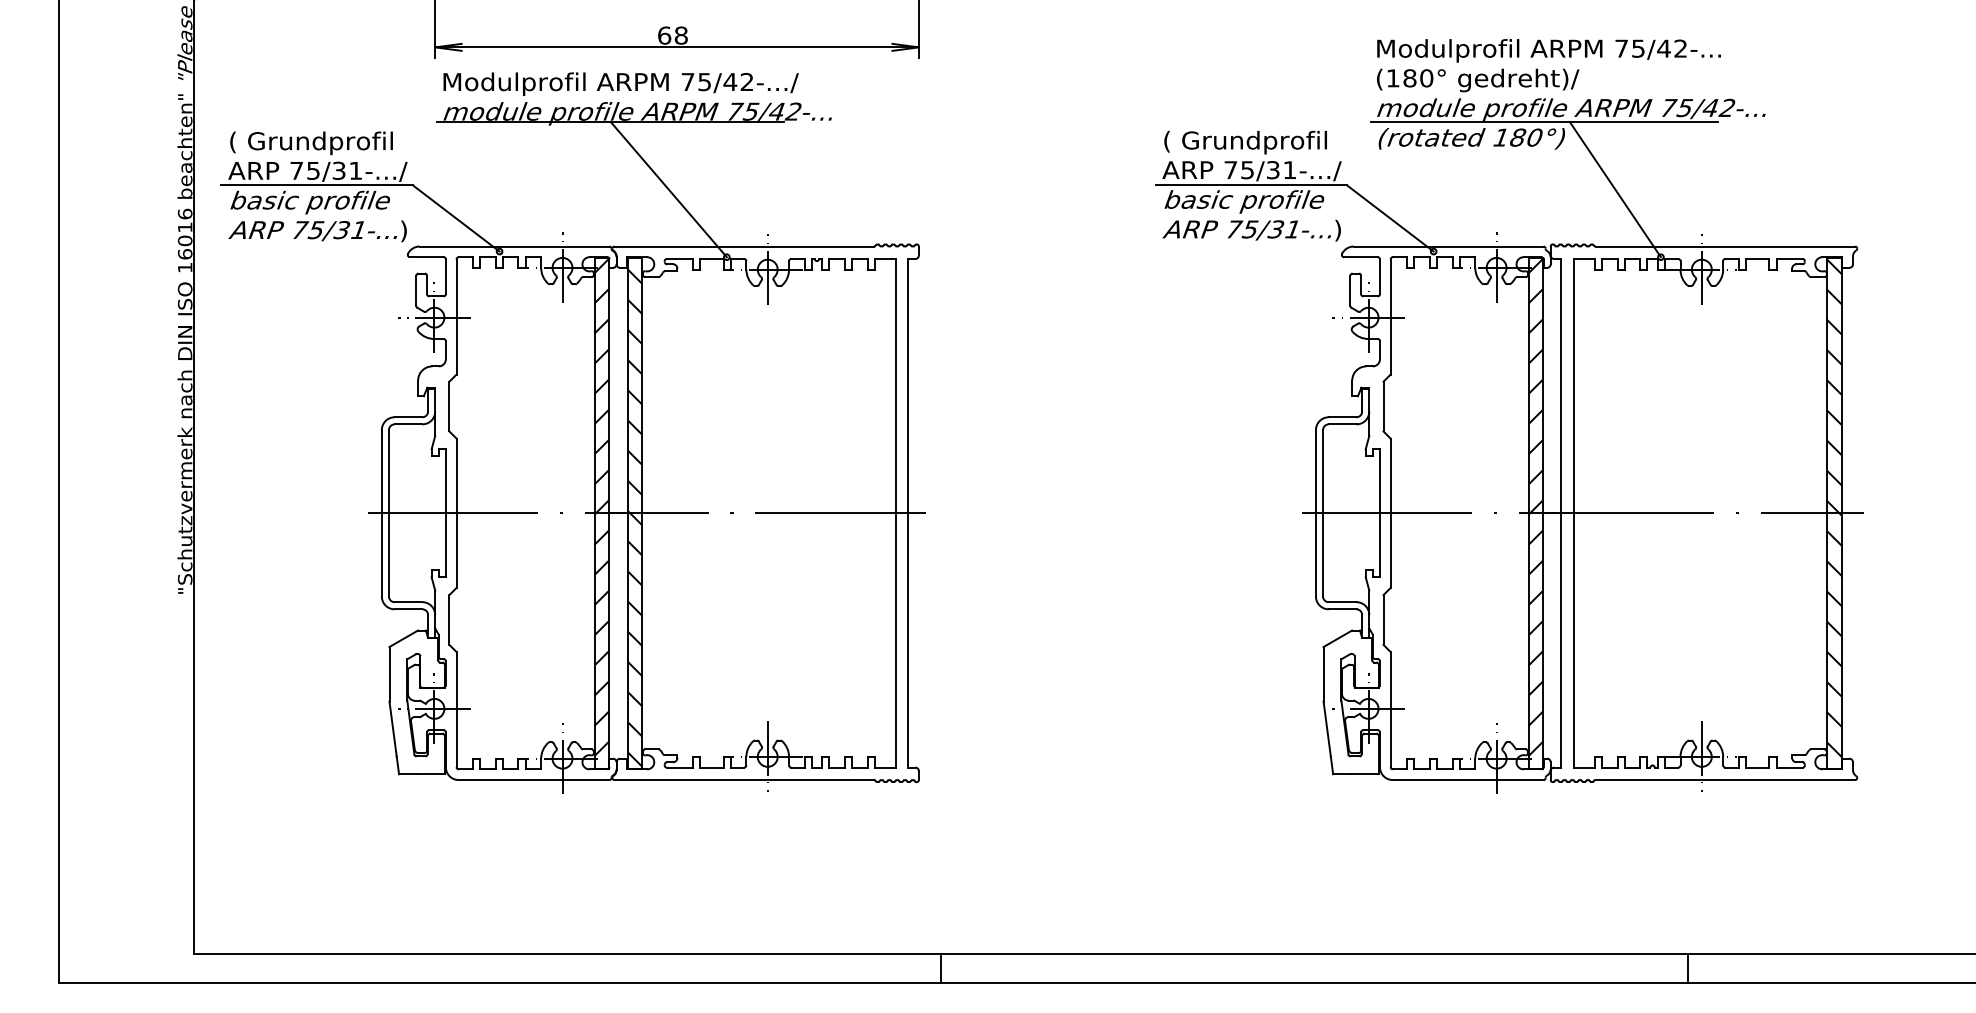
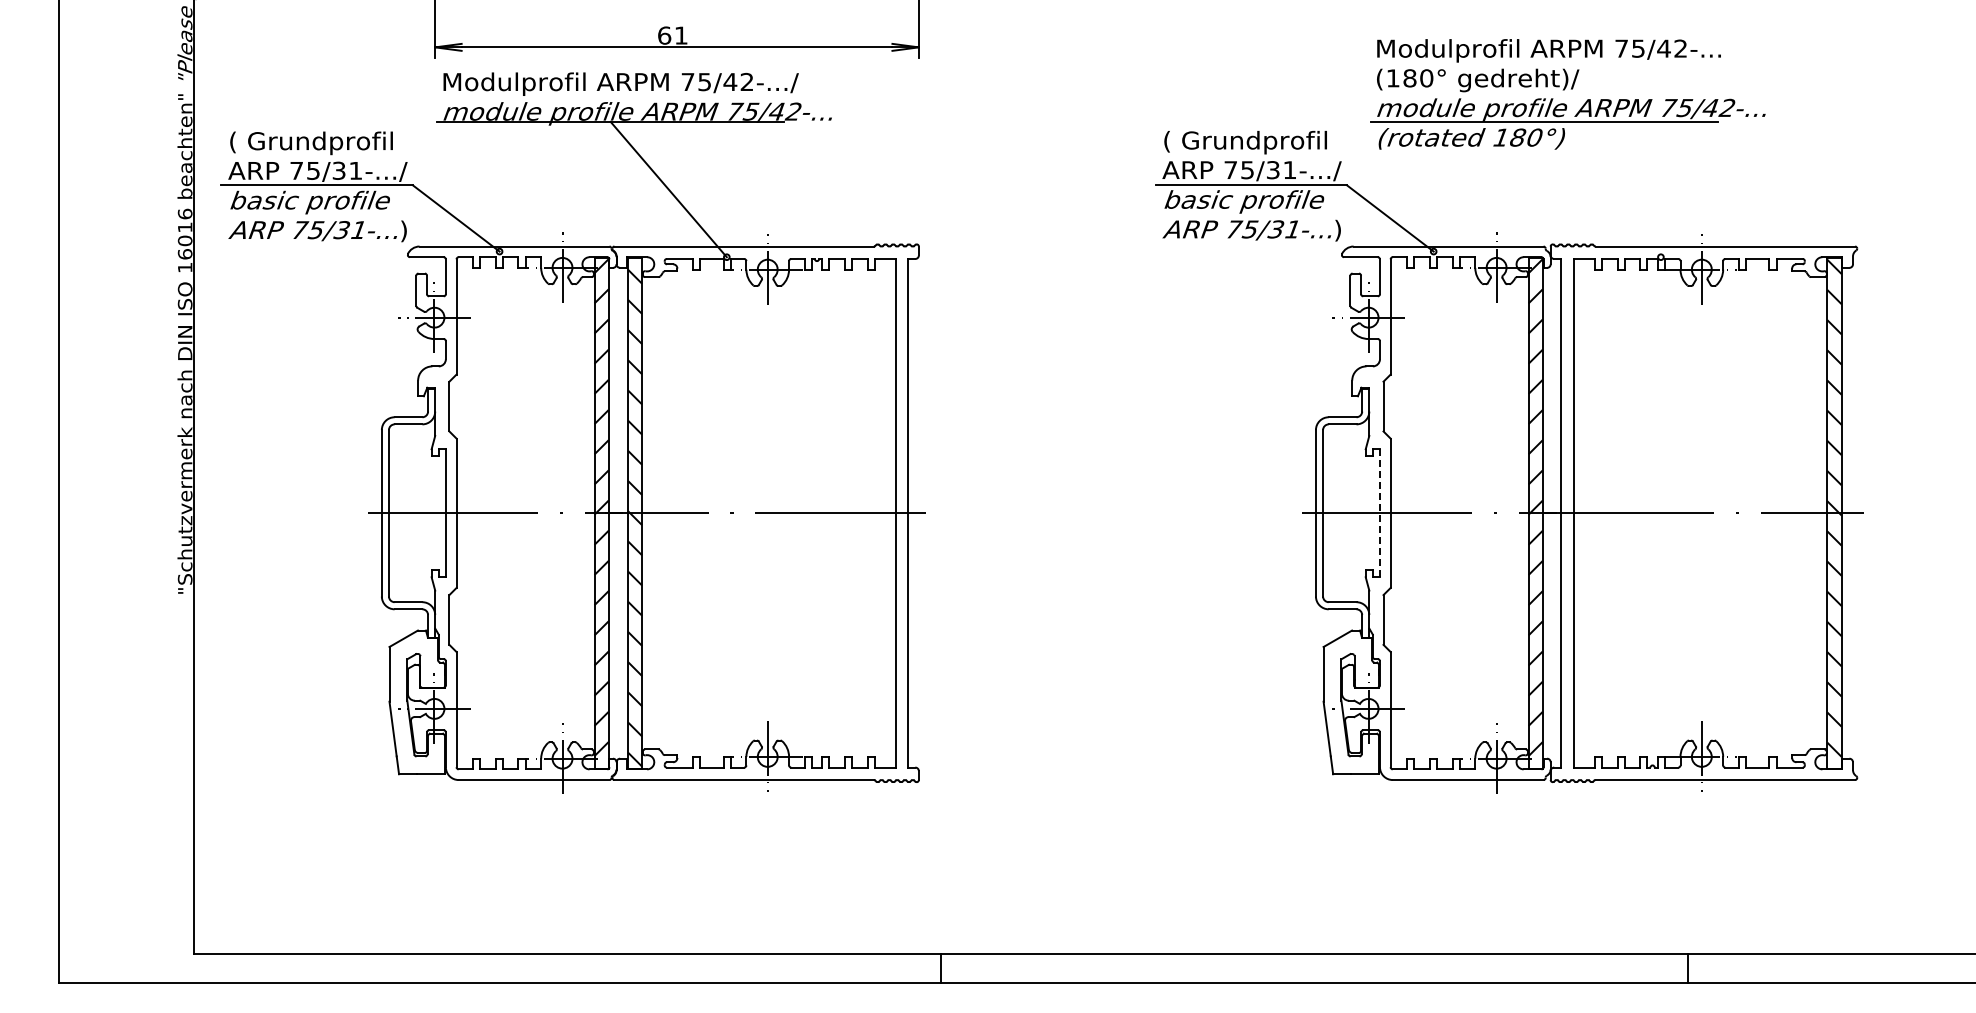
text at (680, 35): 68 -> 61
line at (1614, 189): present -> none
line at (1379, 513): solid -> dashed
